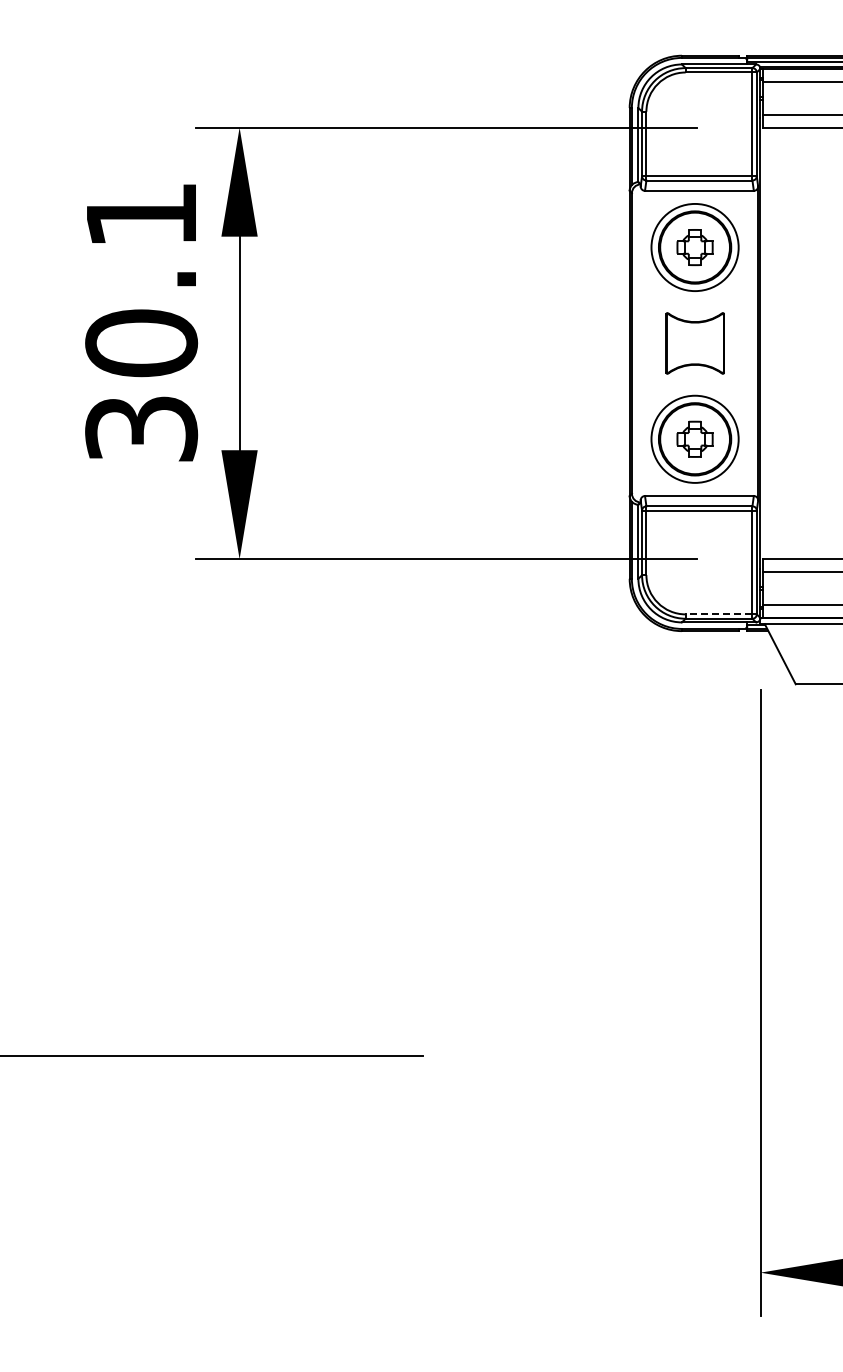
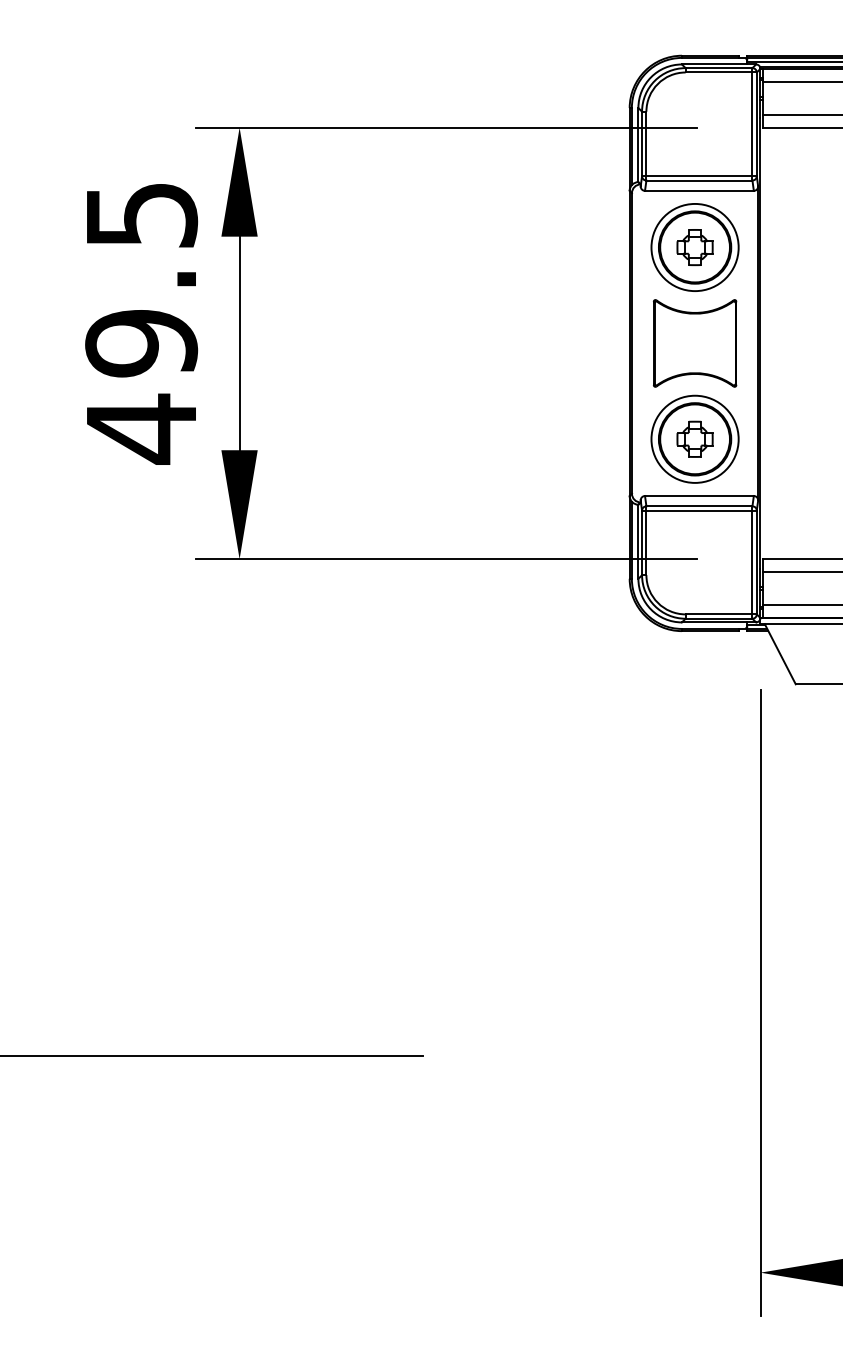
text at (141, 324): 30.1 -> 49.5
part at (694, 343) size: 60x63 px -> 85x89 px
line at (718, 614): dashed -> solid
